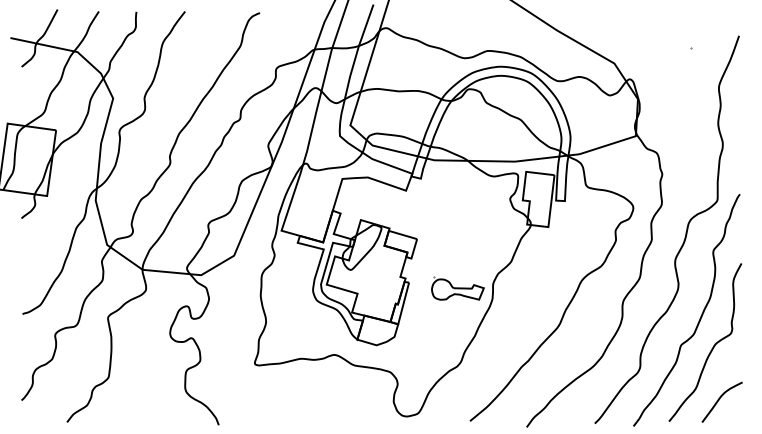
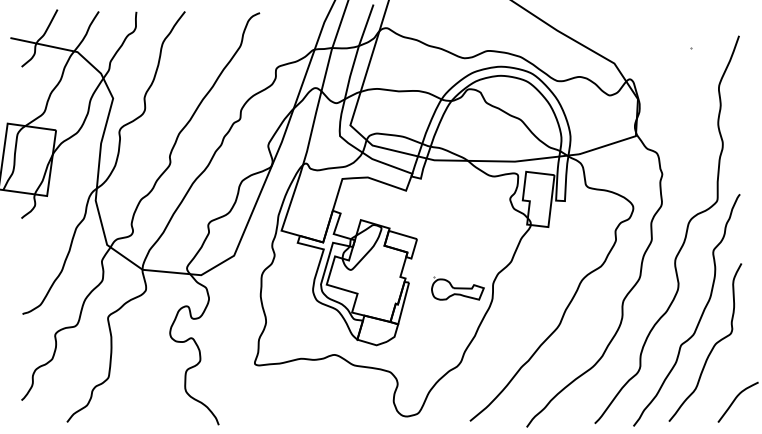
curve at (719, 400) position: (719, 400) -> (735, 400)
